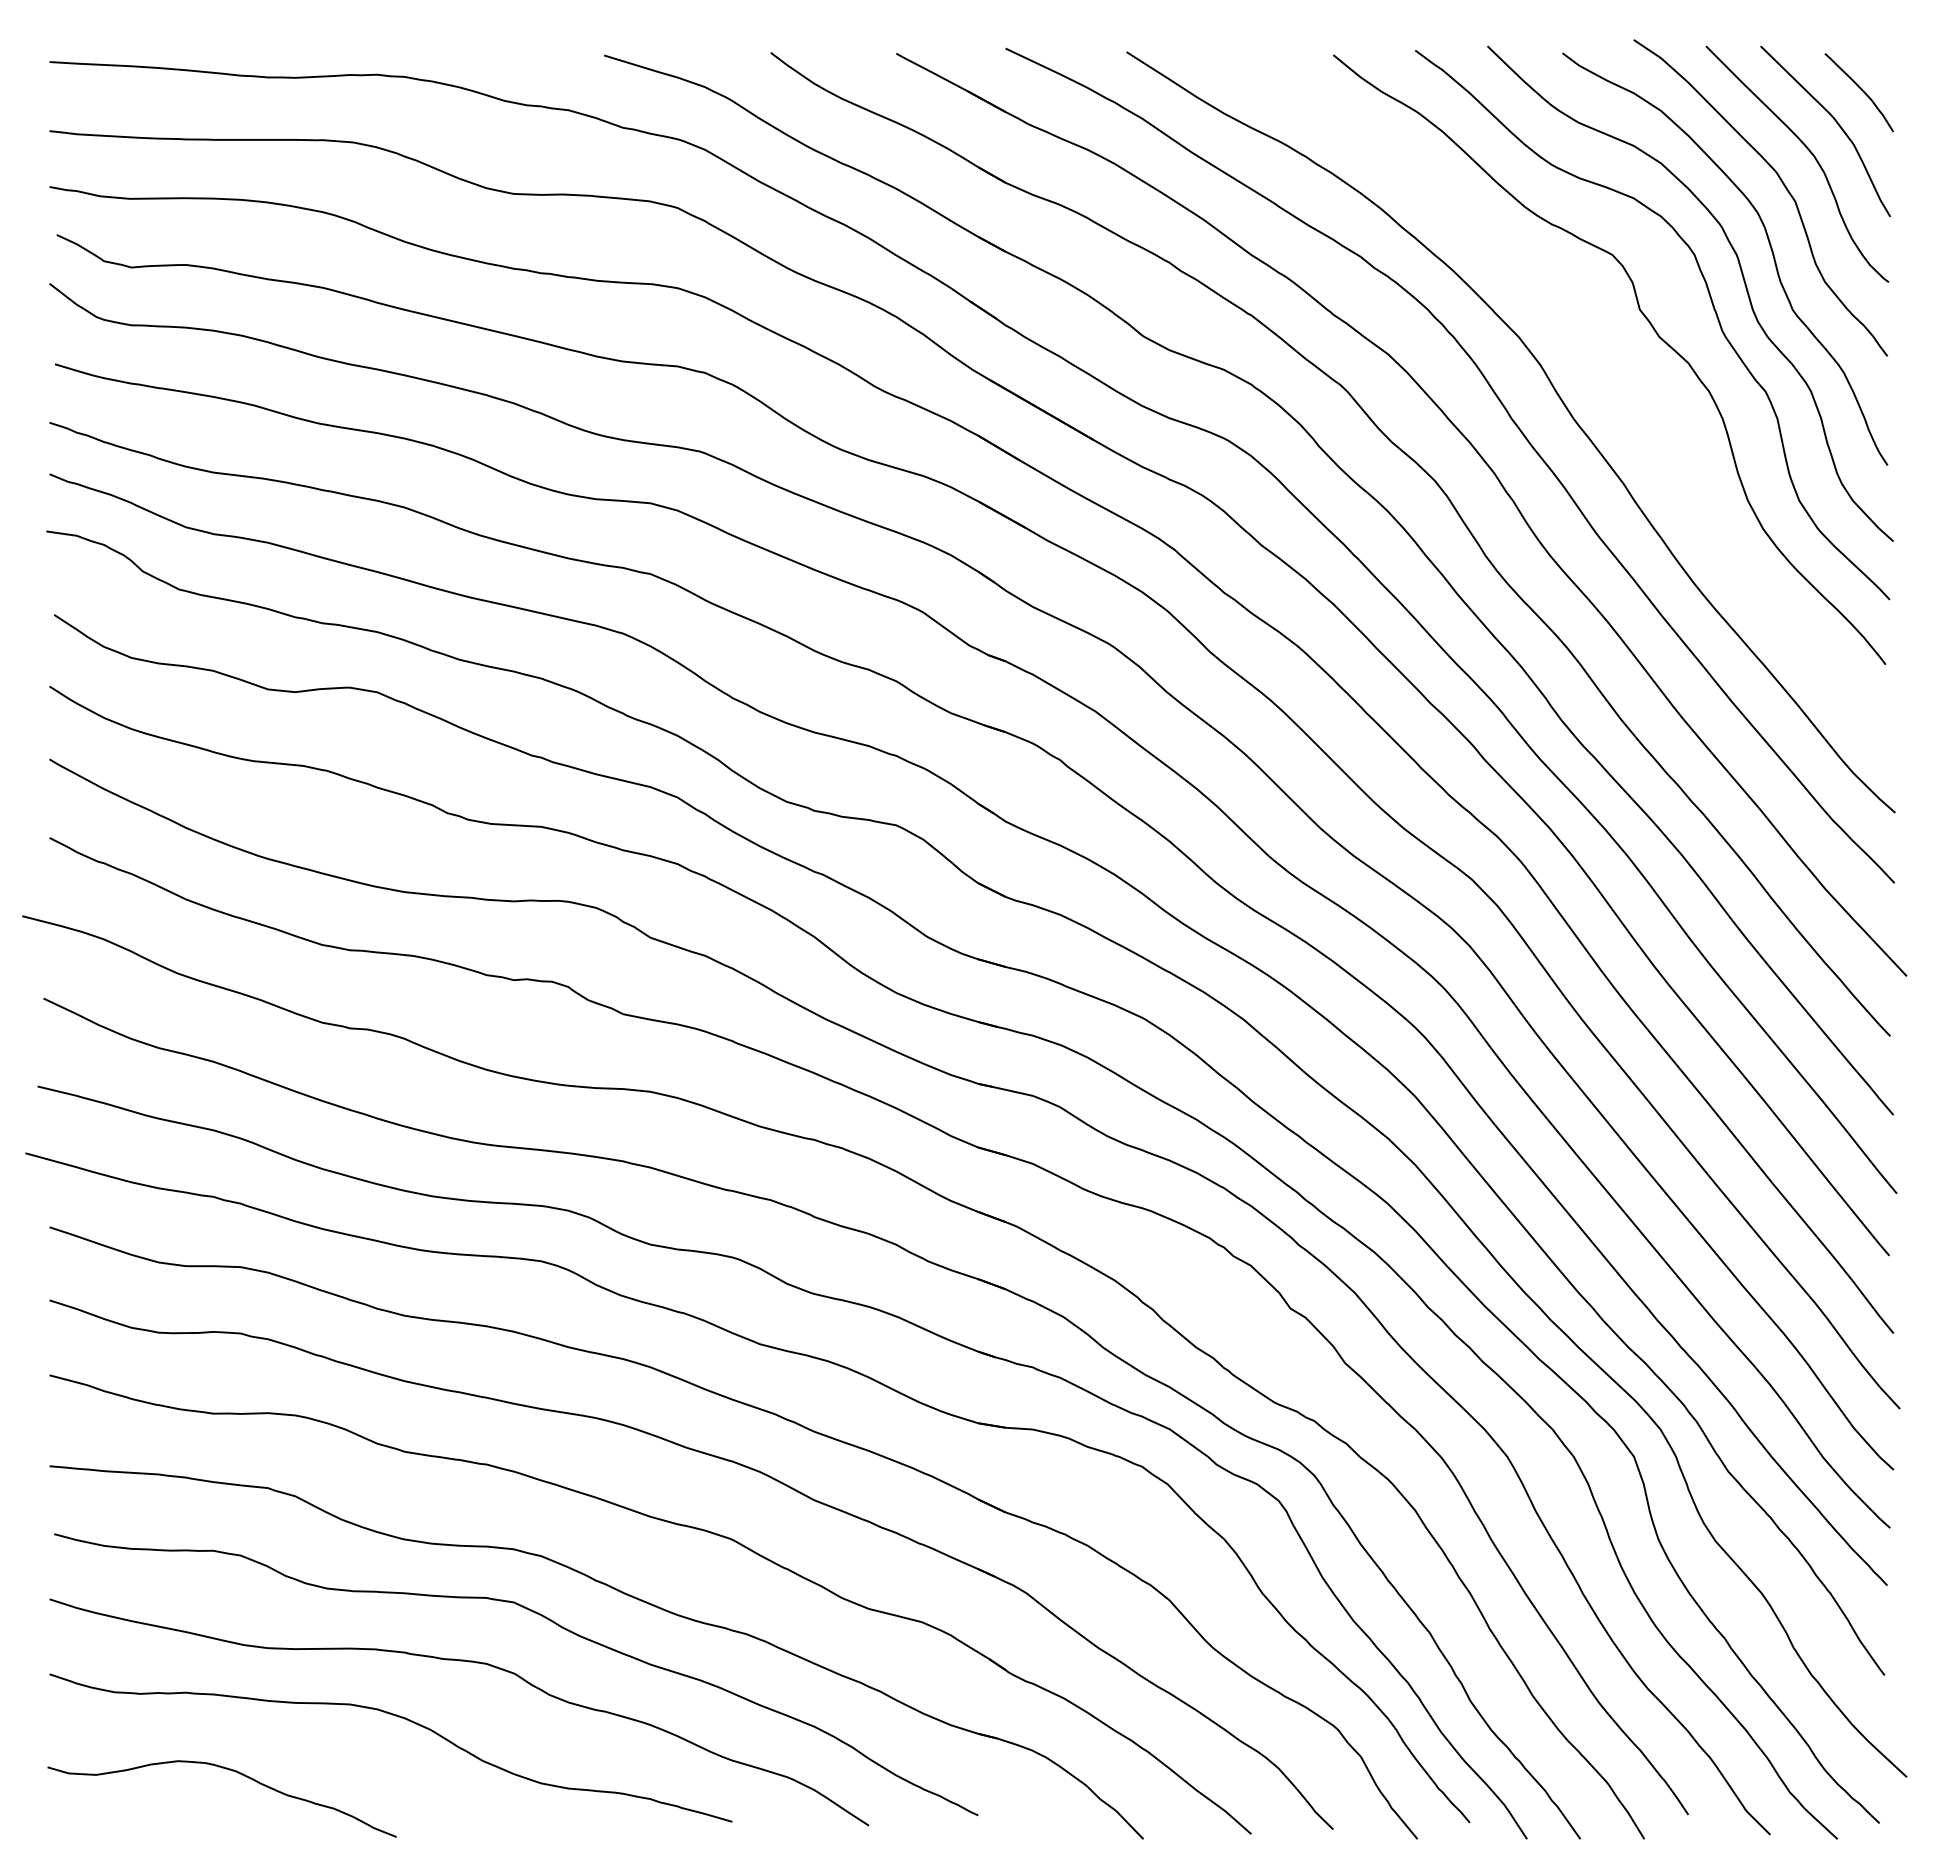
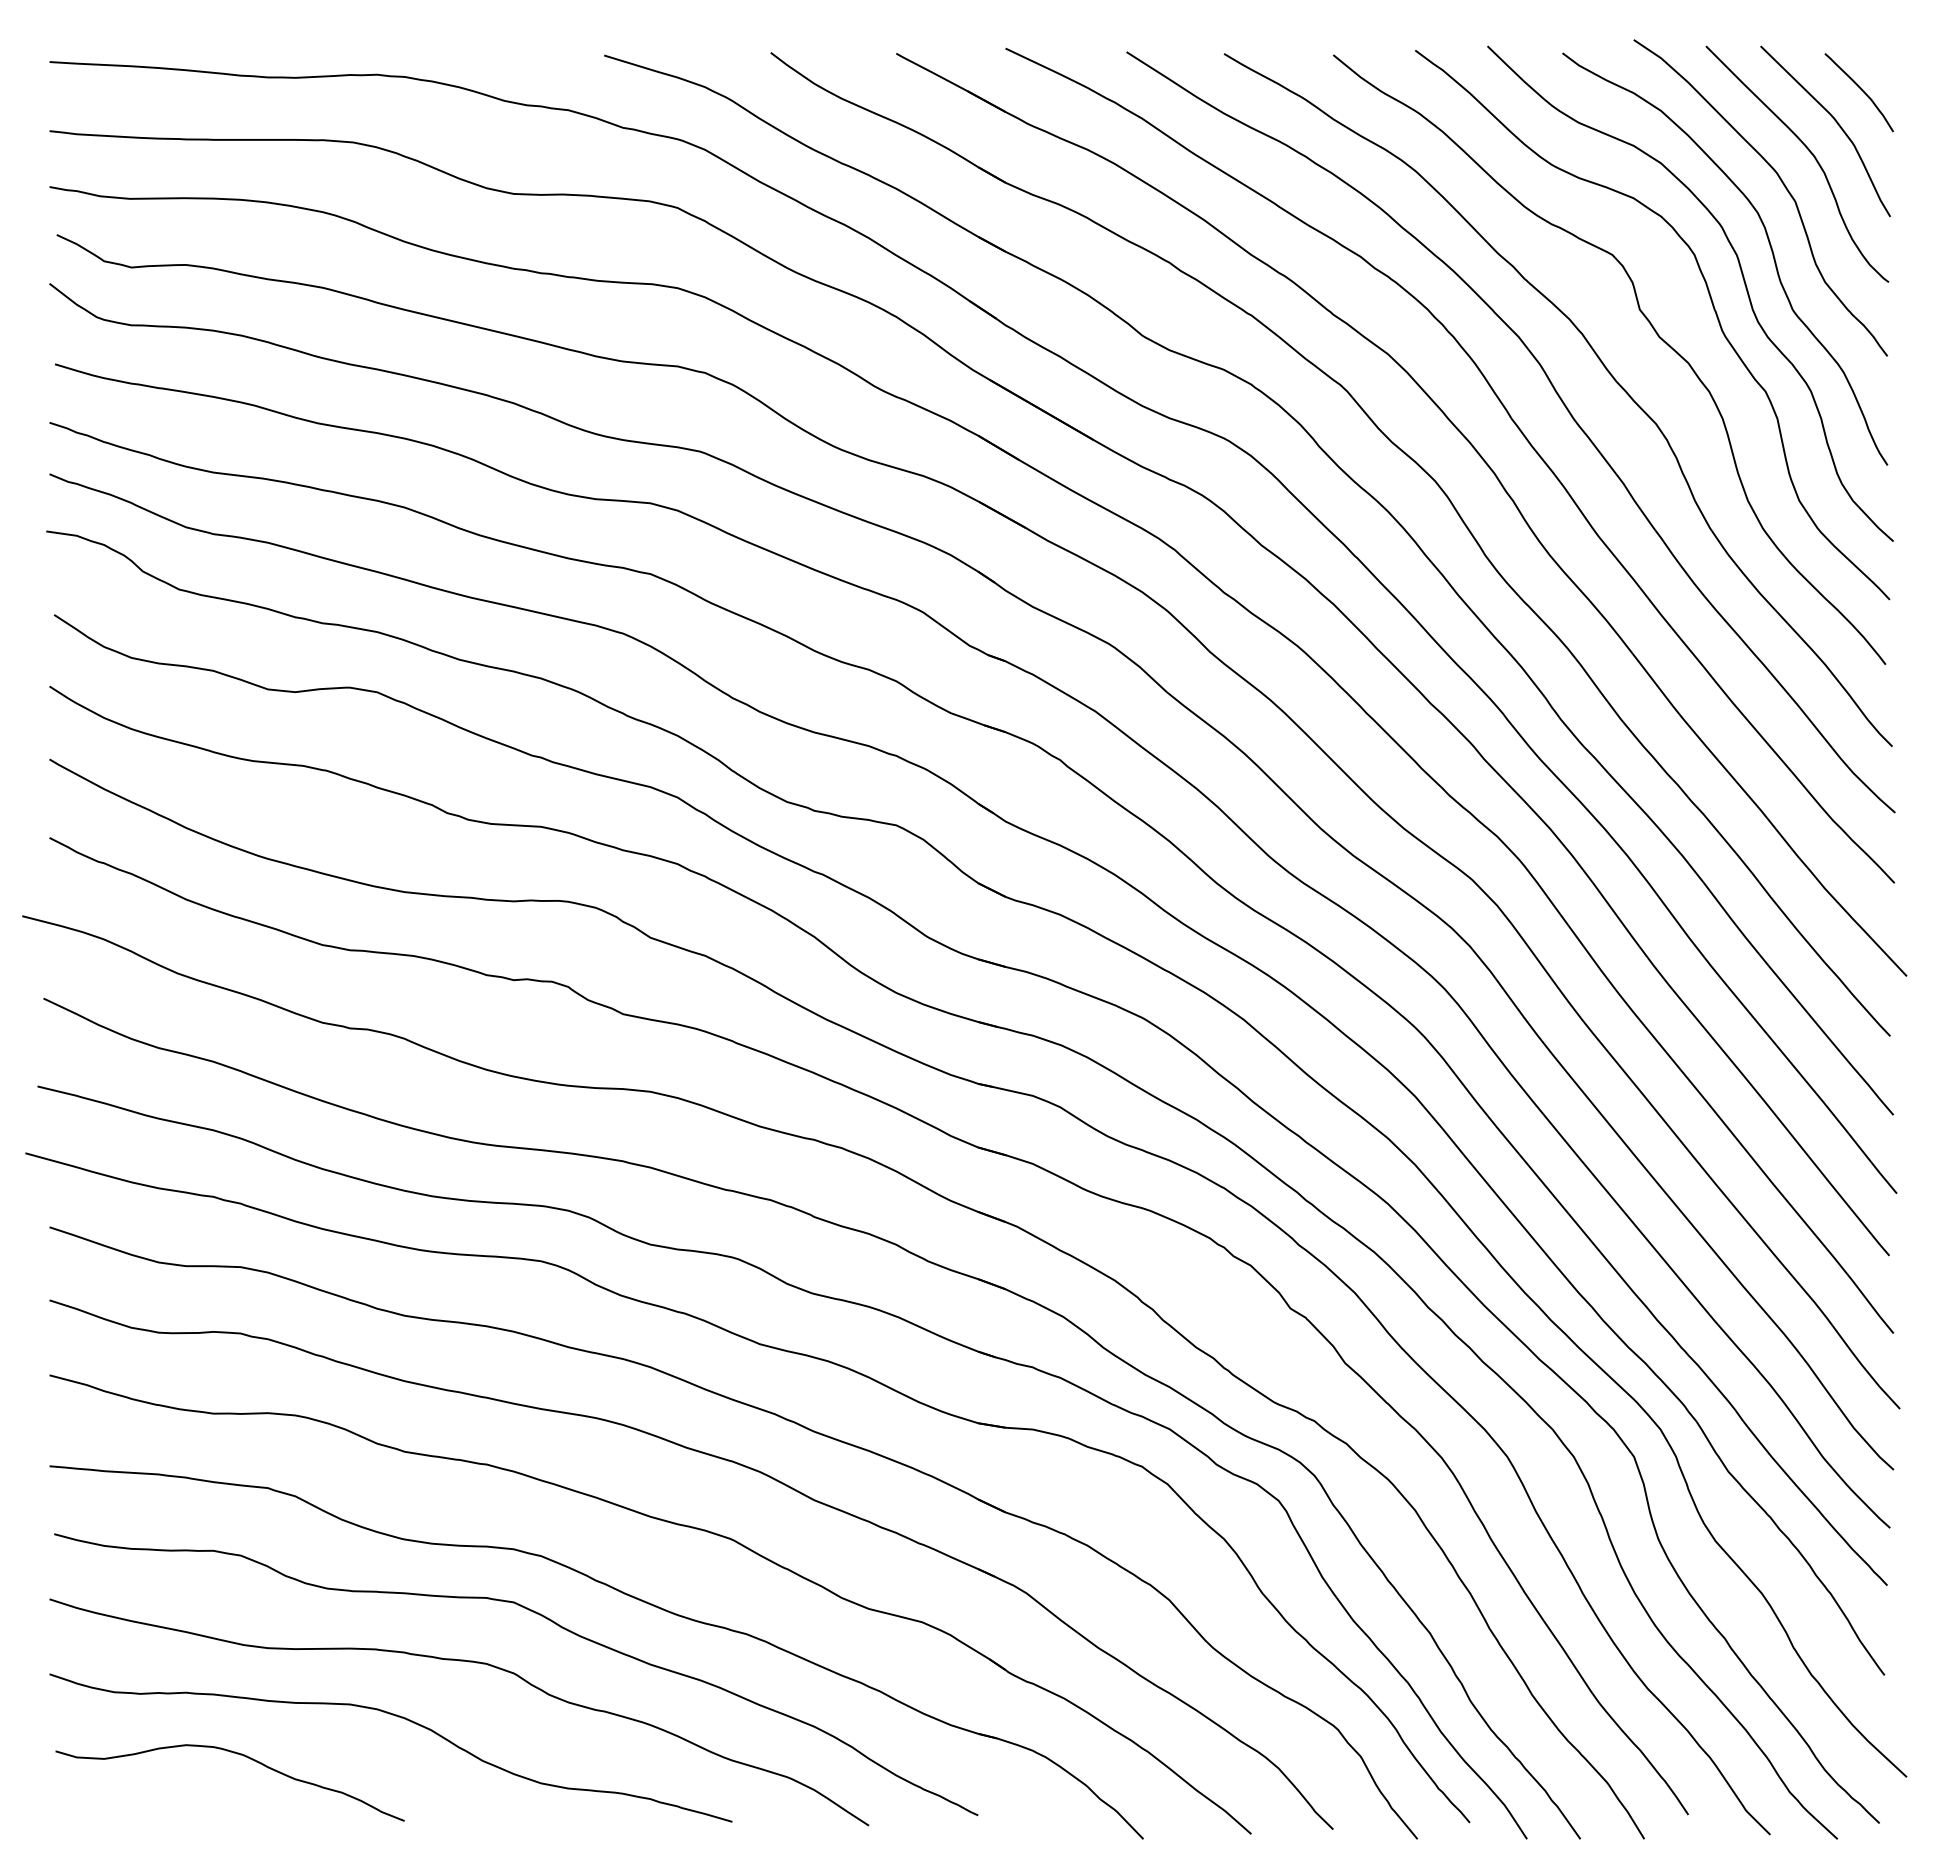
curve at (1605, 369): none -> present
curve at (229, 1770) position: (229, 1770) -> (237, 1754)
